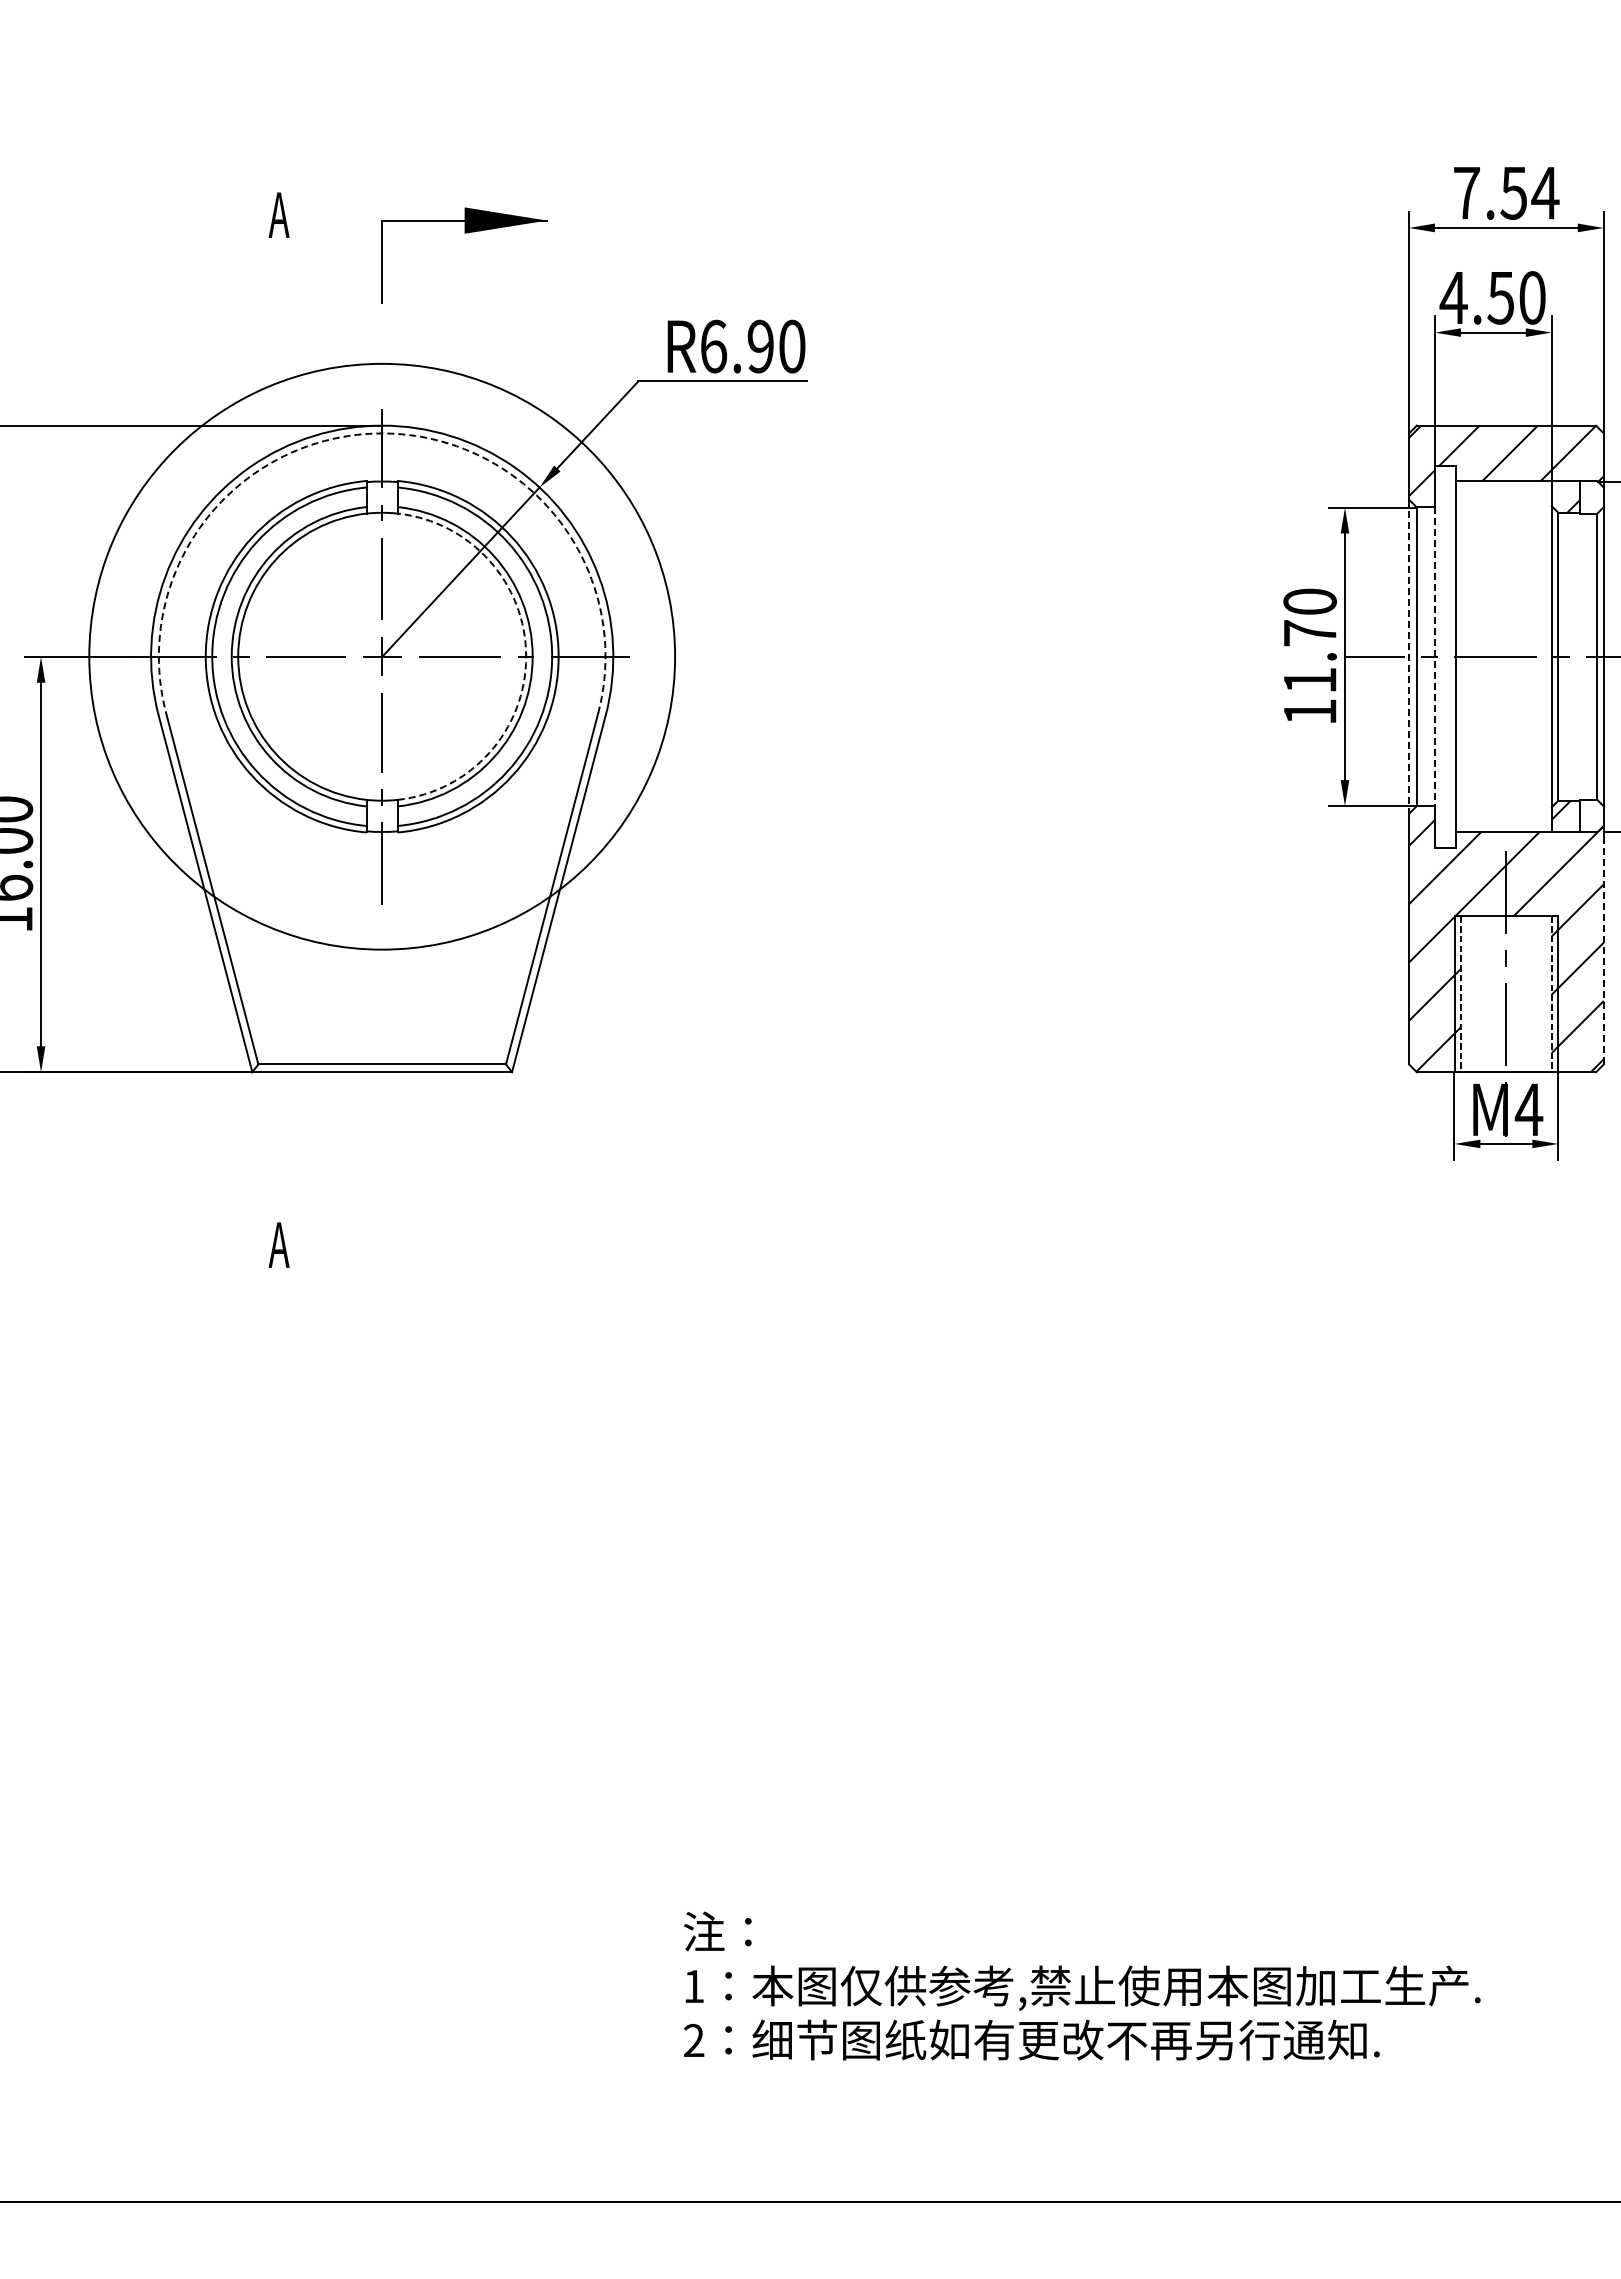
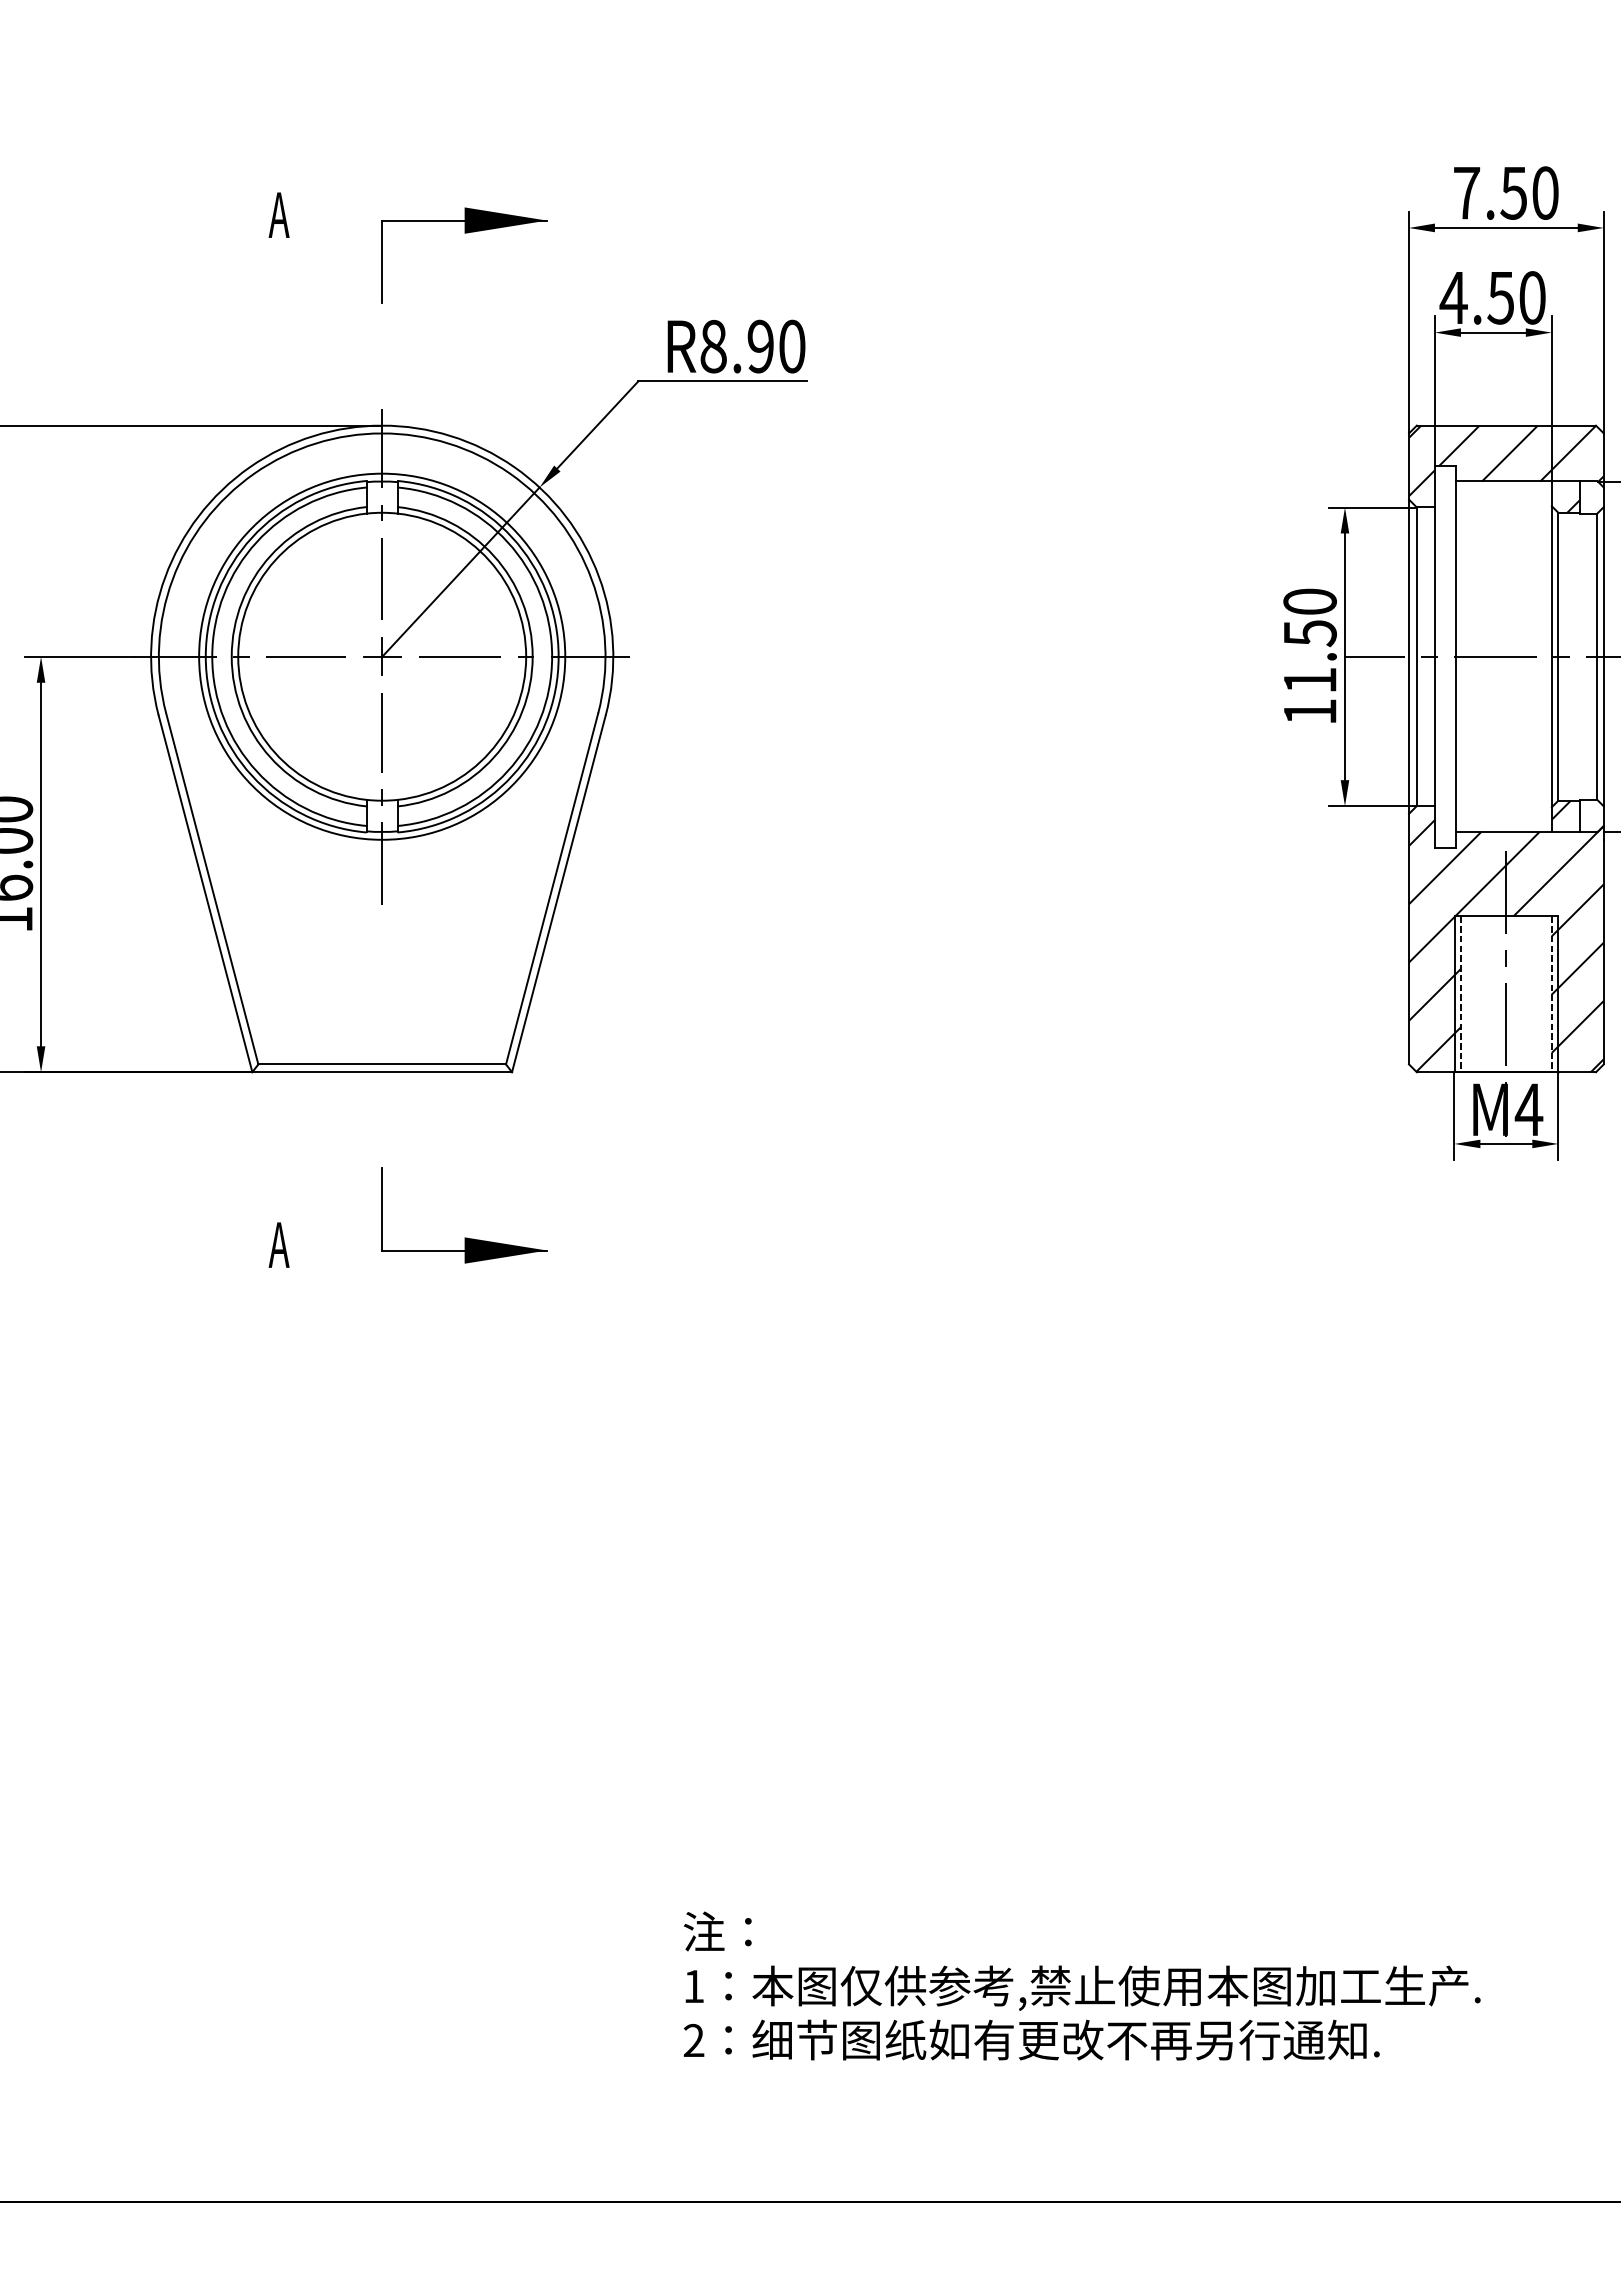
text at (1545, 192): 7.54 -> 7.50
text at (713, 346): R6.90 -> R8.90
arc at (382, 433): dashed -> solid
text at (1310, 633): 11.70 -> 11.50
circle at (382, 656) diameter: 586 px -> 366 px
arc at (526, 656): dashed -> solid
line at (1409, 657): dashed -> solid
line at (1435, 657): dashed -> solid
line at (1603, 951): dashed -> solid
part at (464, 1237): none -> present
